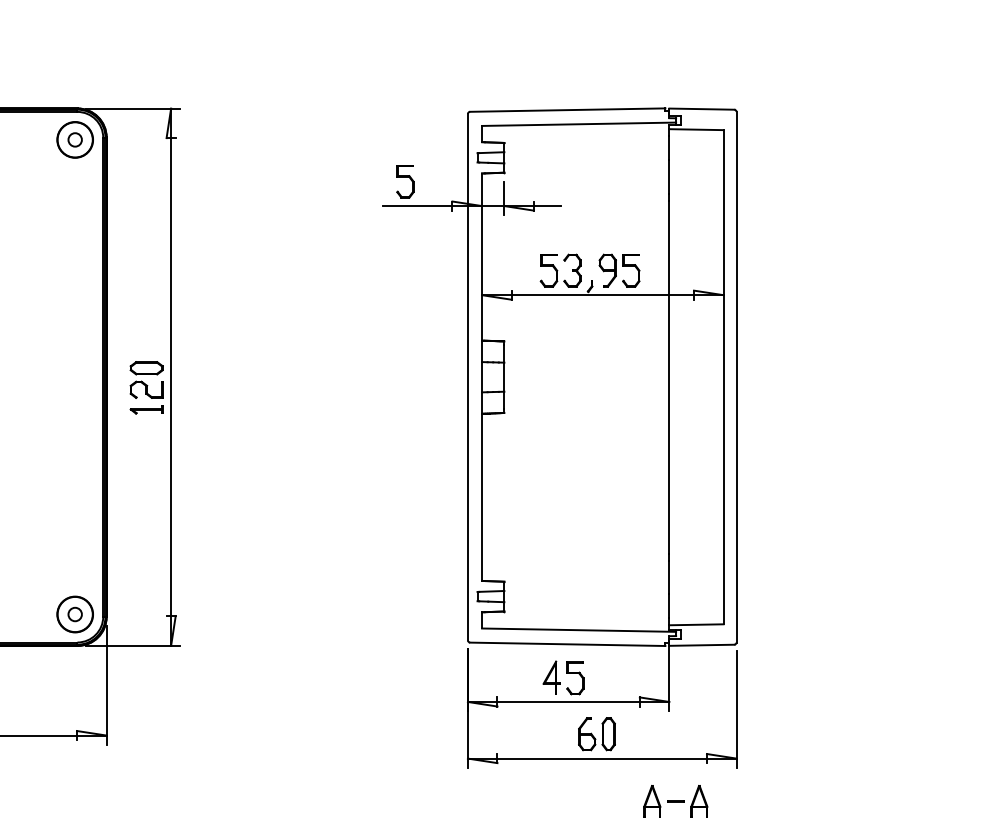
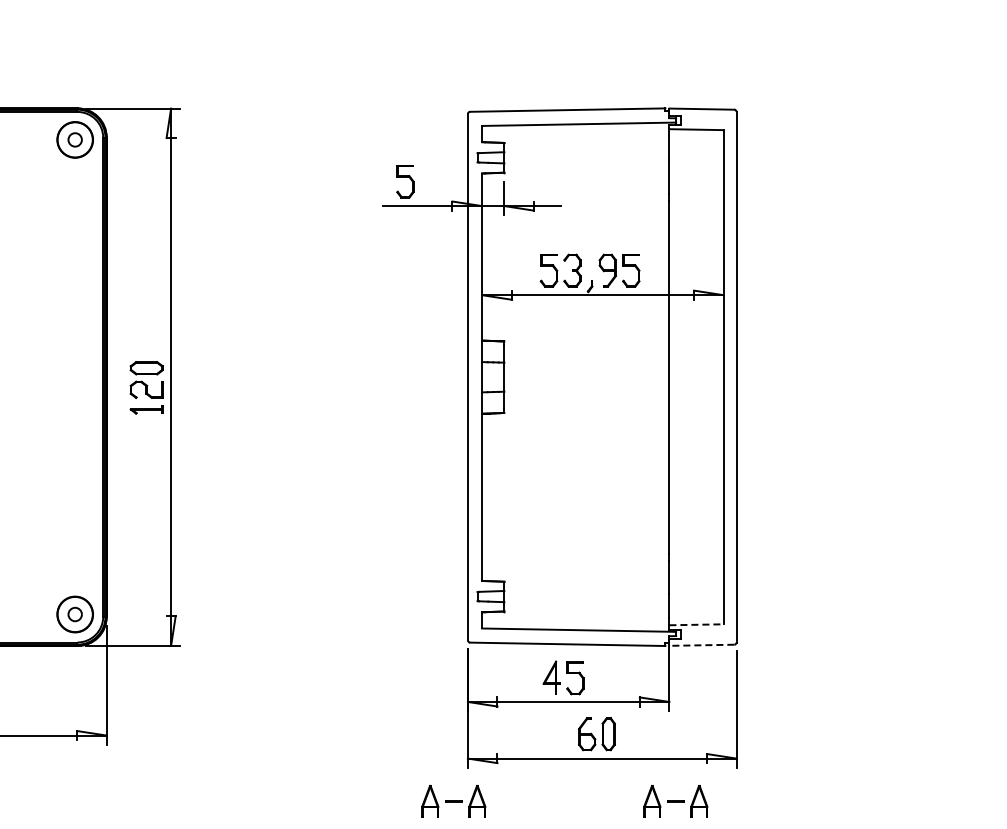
line at (696, 624): solid -> dashed
line at (701, 645): solid -> dashed
part at (453, 801): none -> present
